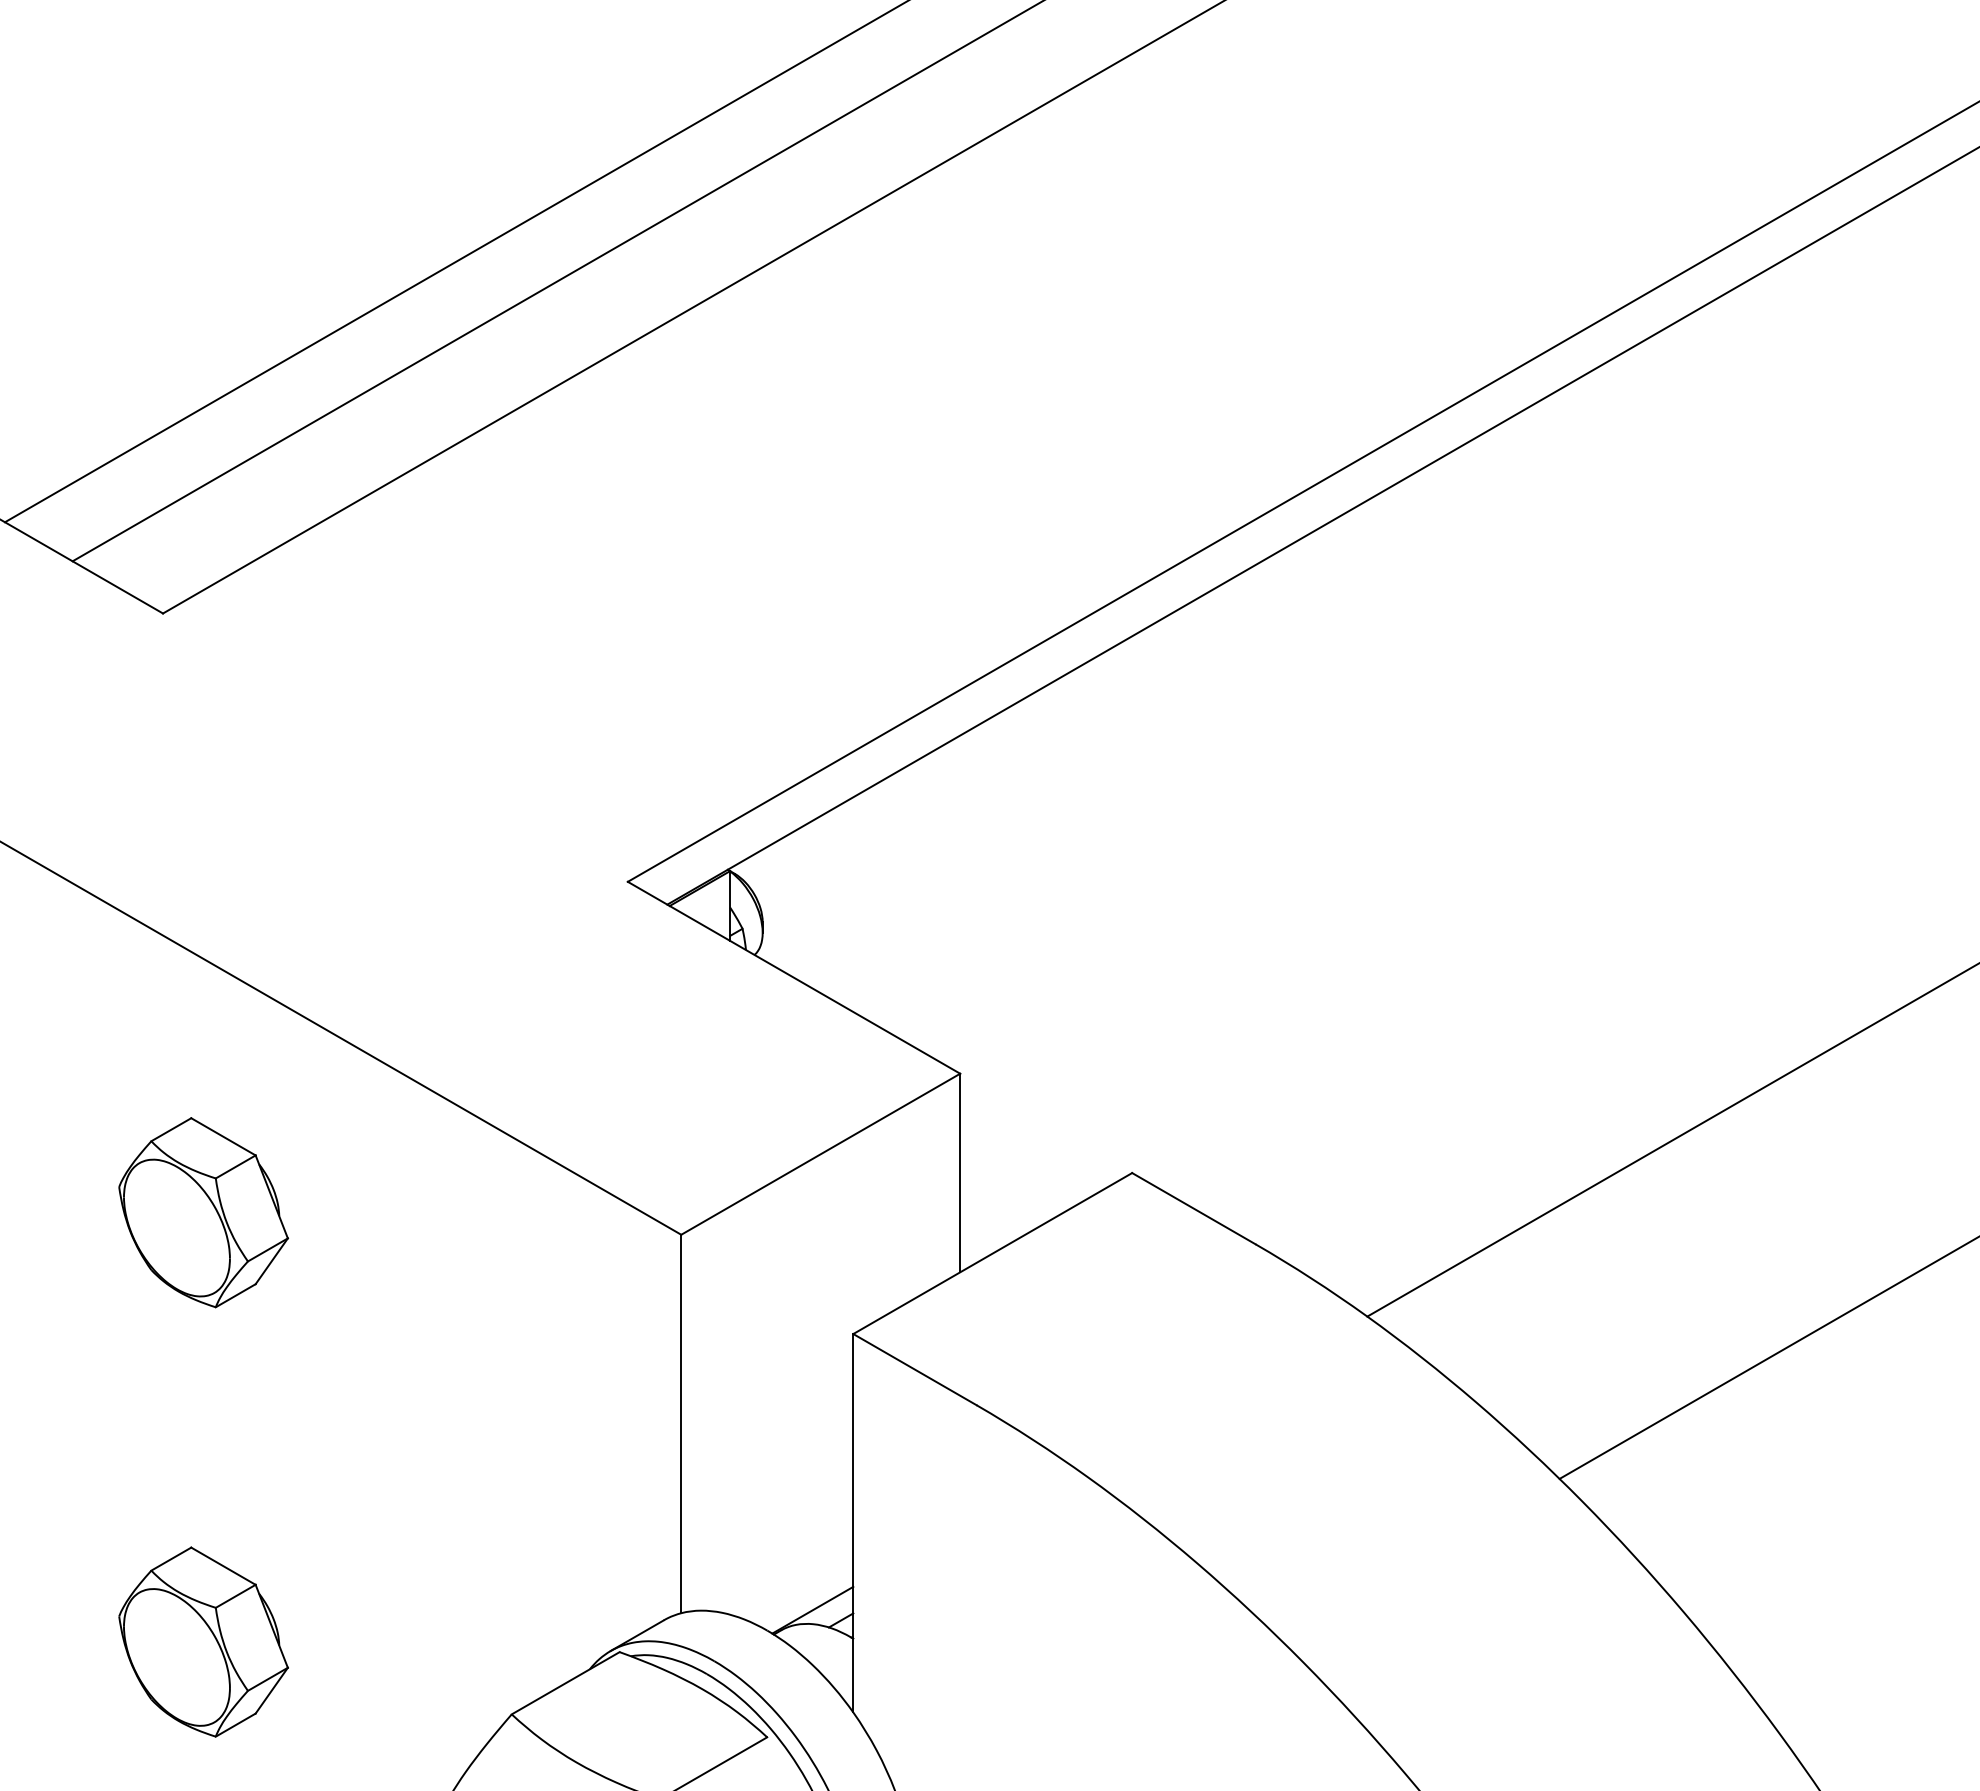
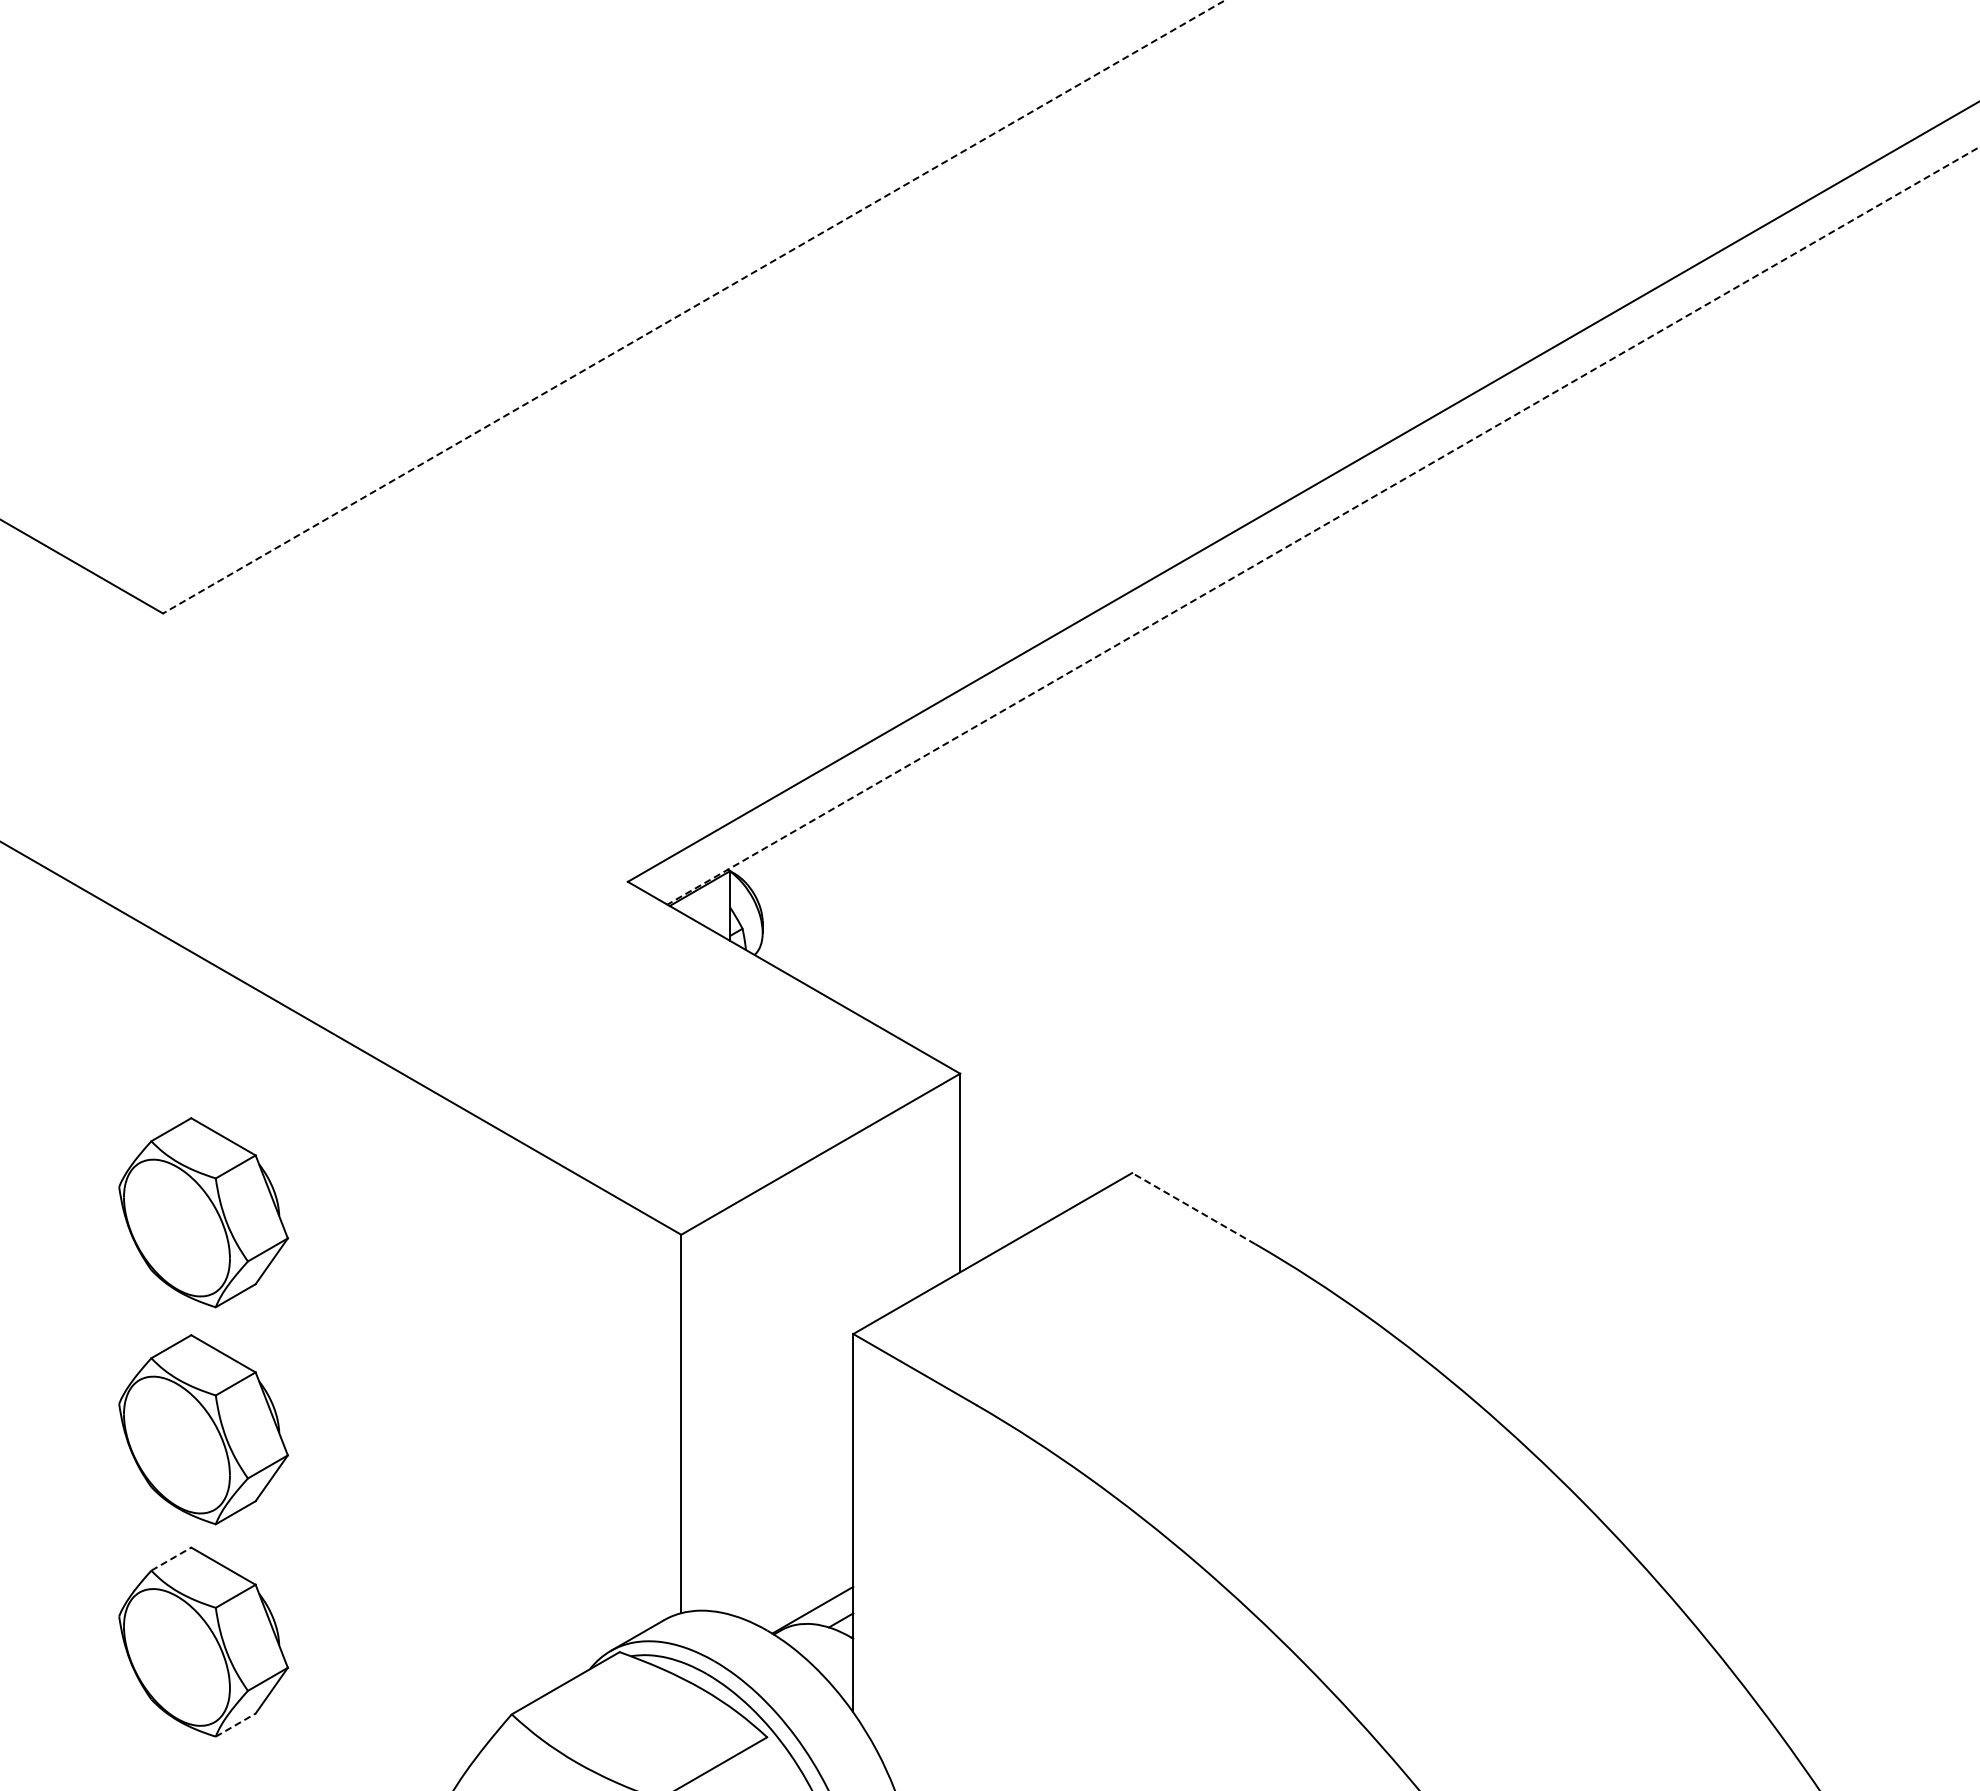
line at (455, 262): present -> none
line at (556, 281): present -> none
line at (693, 307): solid -> dashed
line at (1322, 526): solid -> dashed
line at (1671, 1140): present -> none
line at (1193, 1208): solid -> dashed
line at (1767, 1358): present -> none
part at (203, 1429): none -> present
line at (171, 1558): solid -> dashed
line at (236, 1724): solid -> dashed
